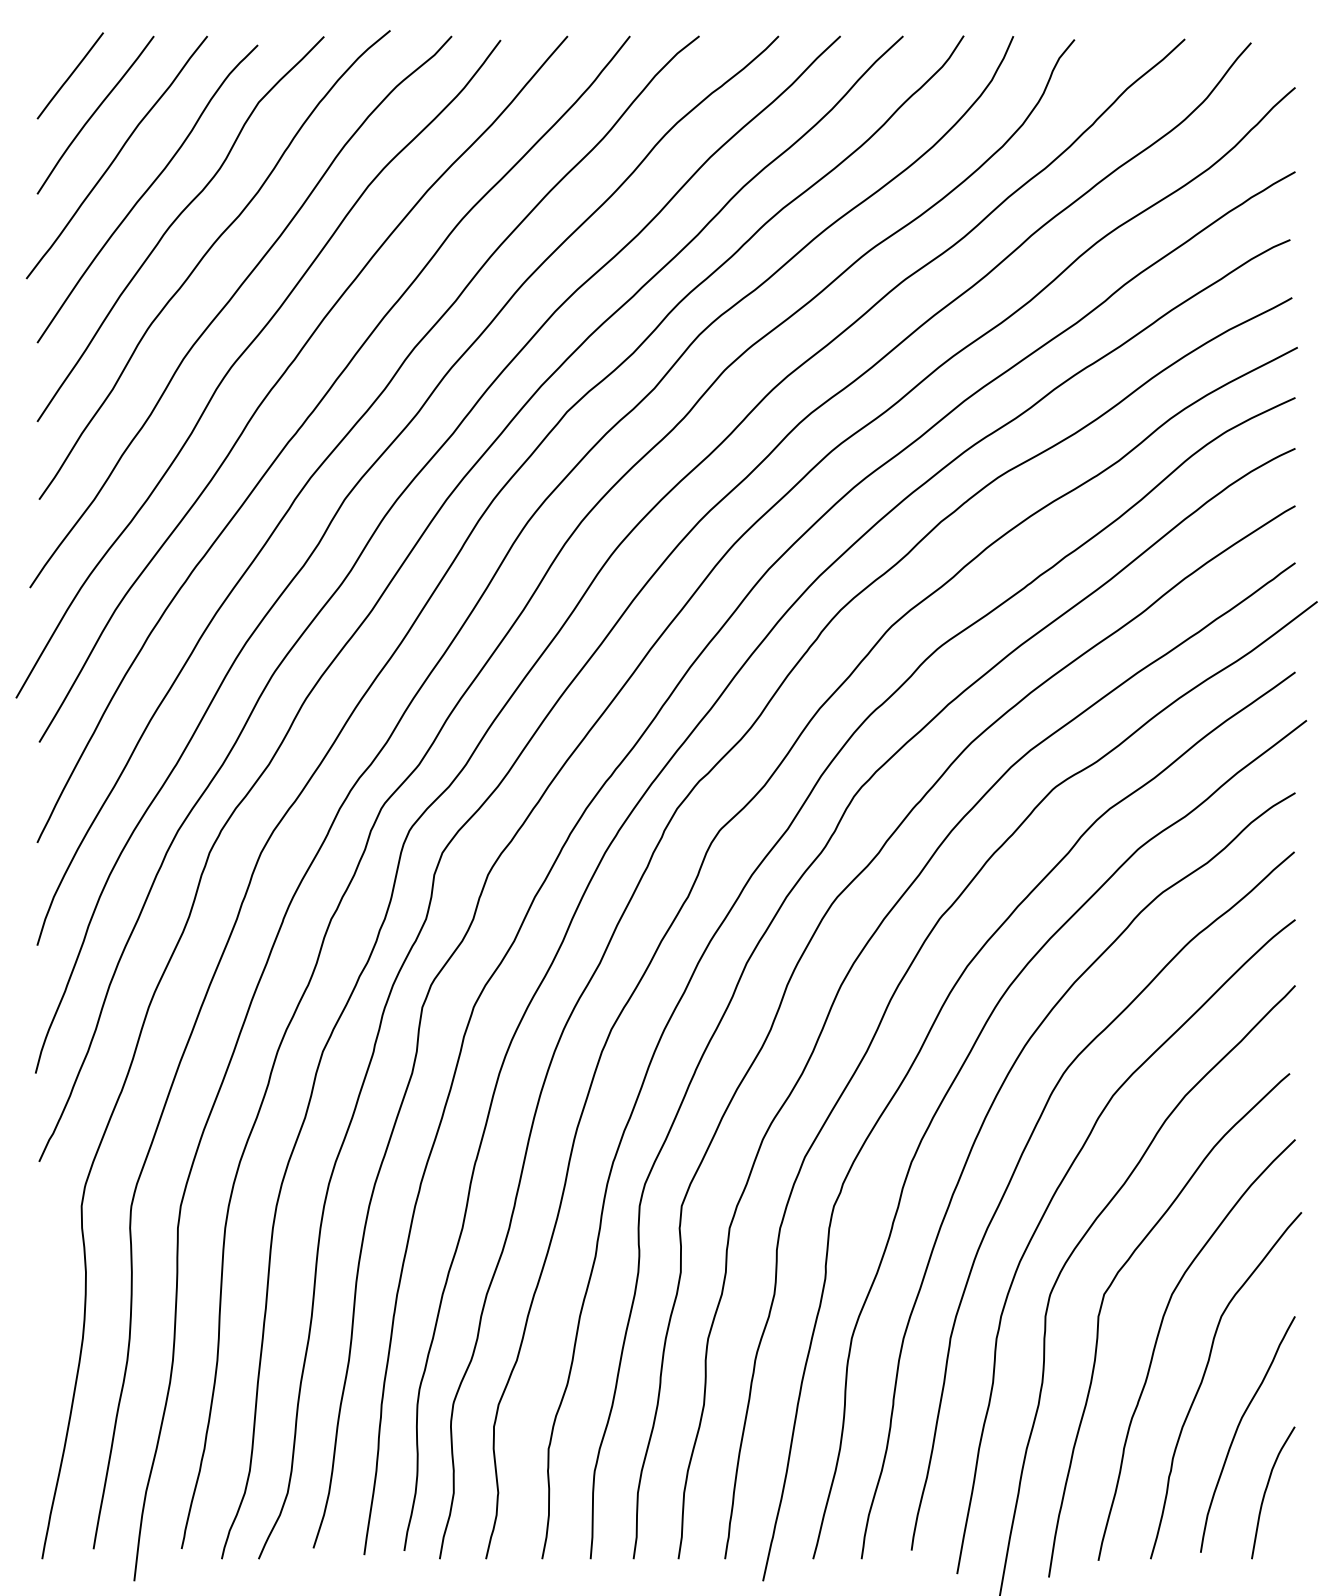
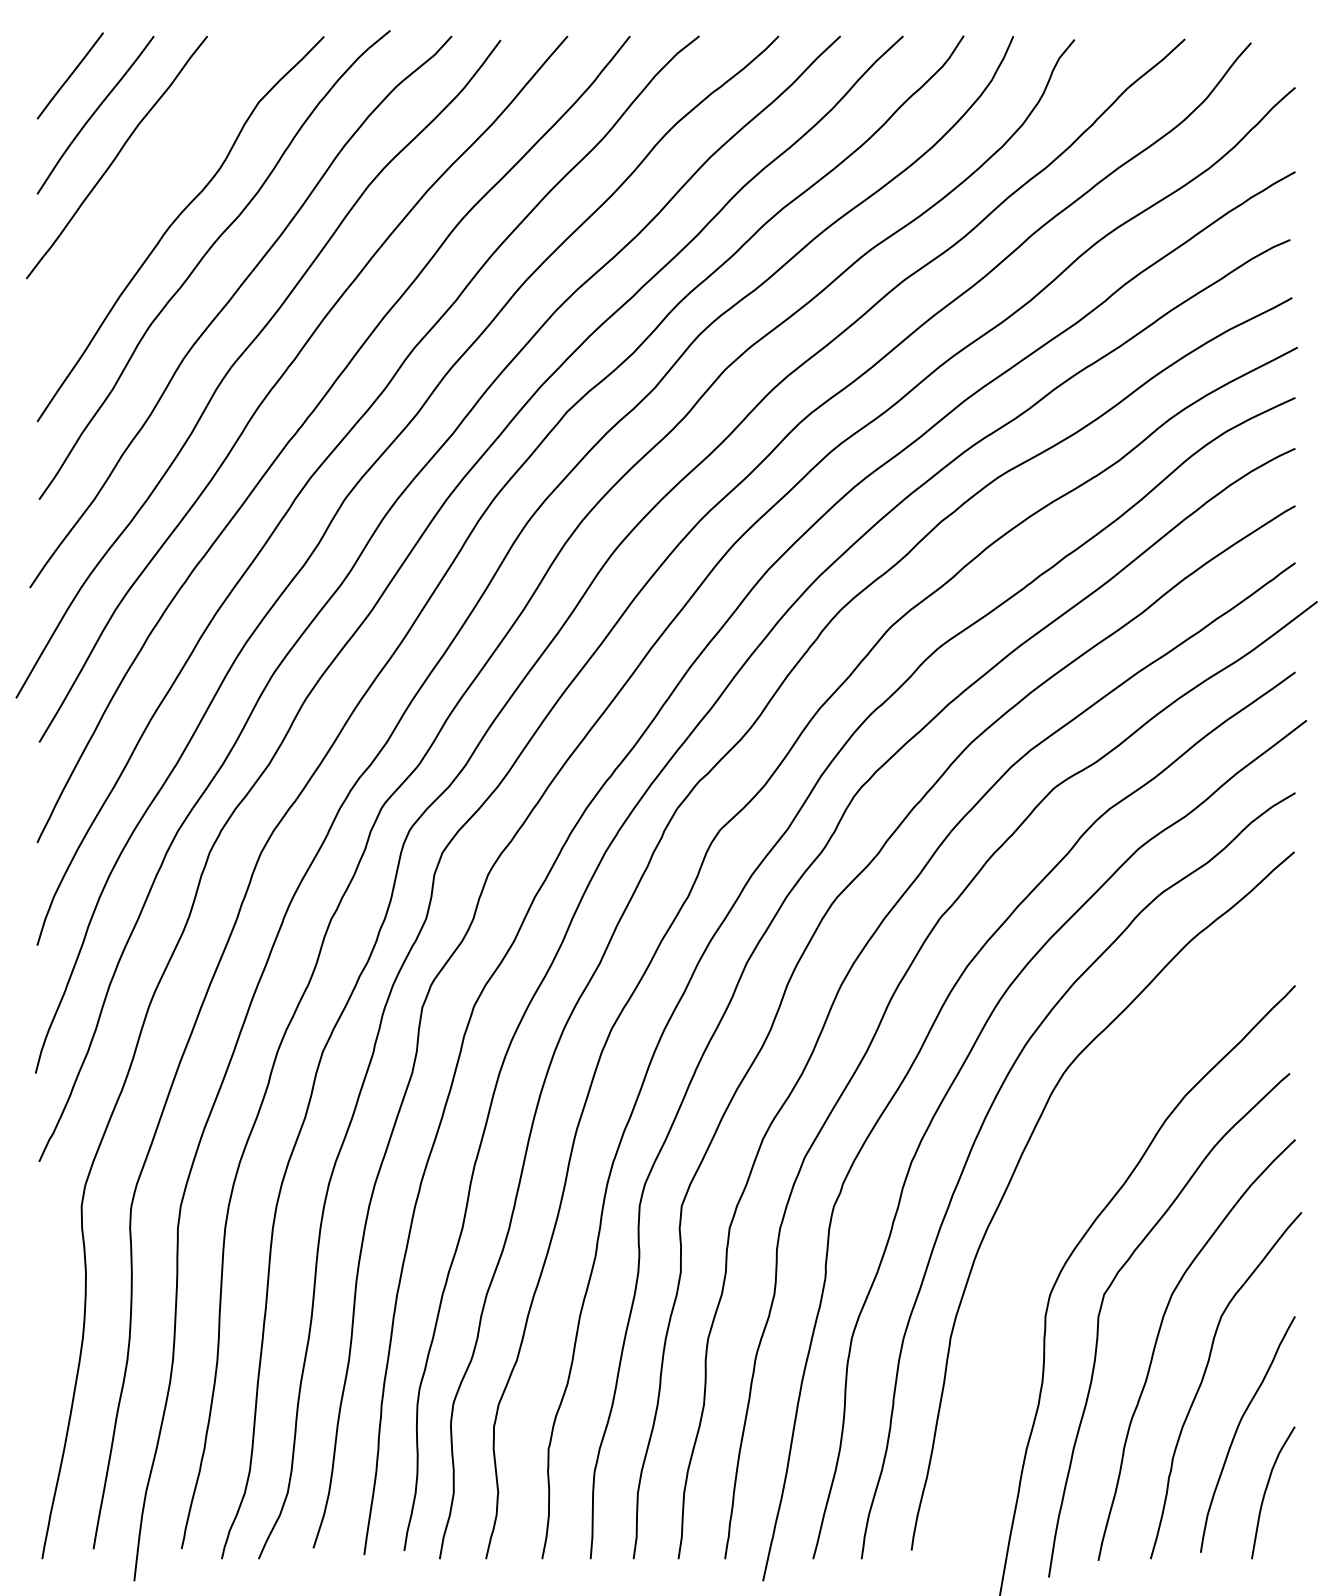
curve at (146, 192): present -> none
curve at (1051, 1202): present -> none
